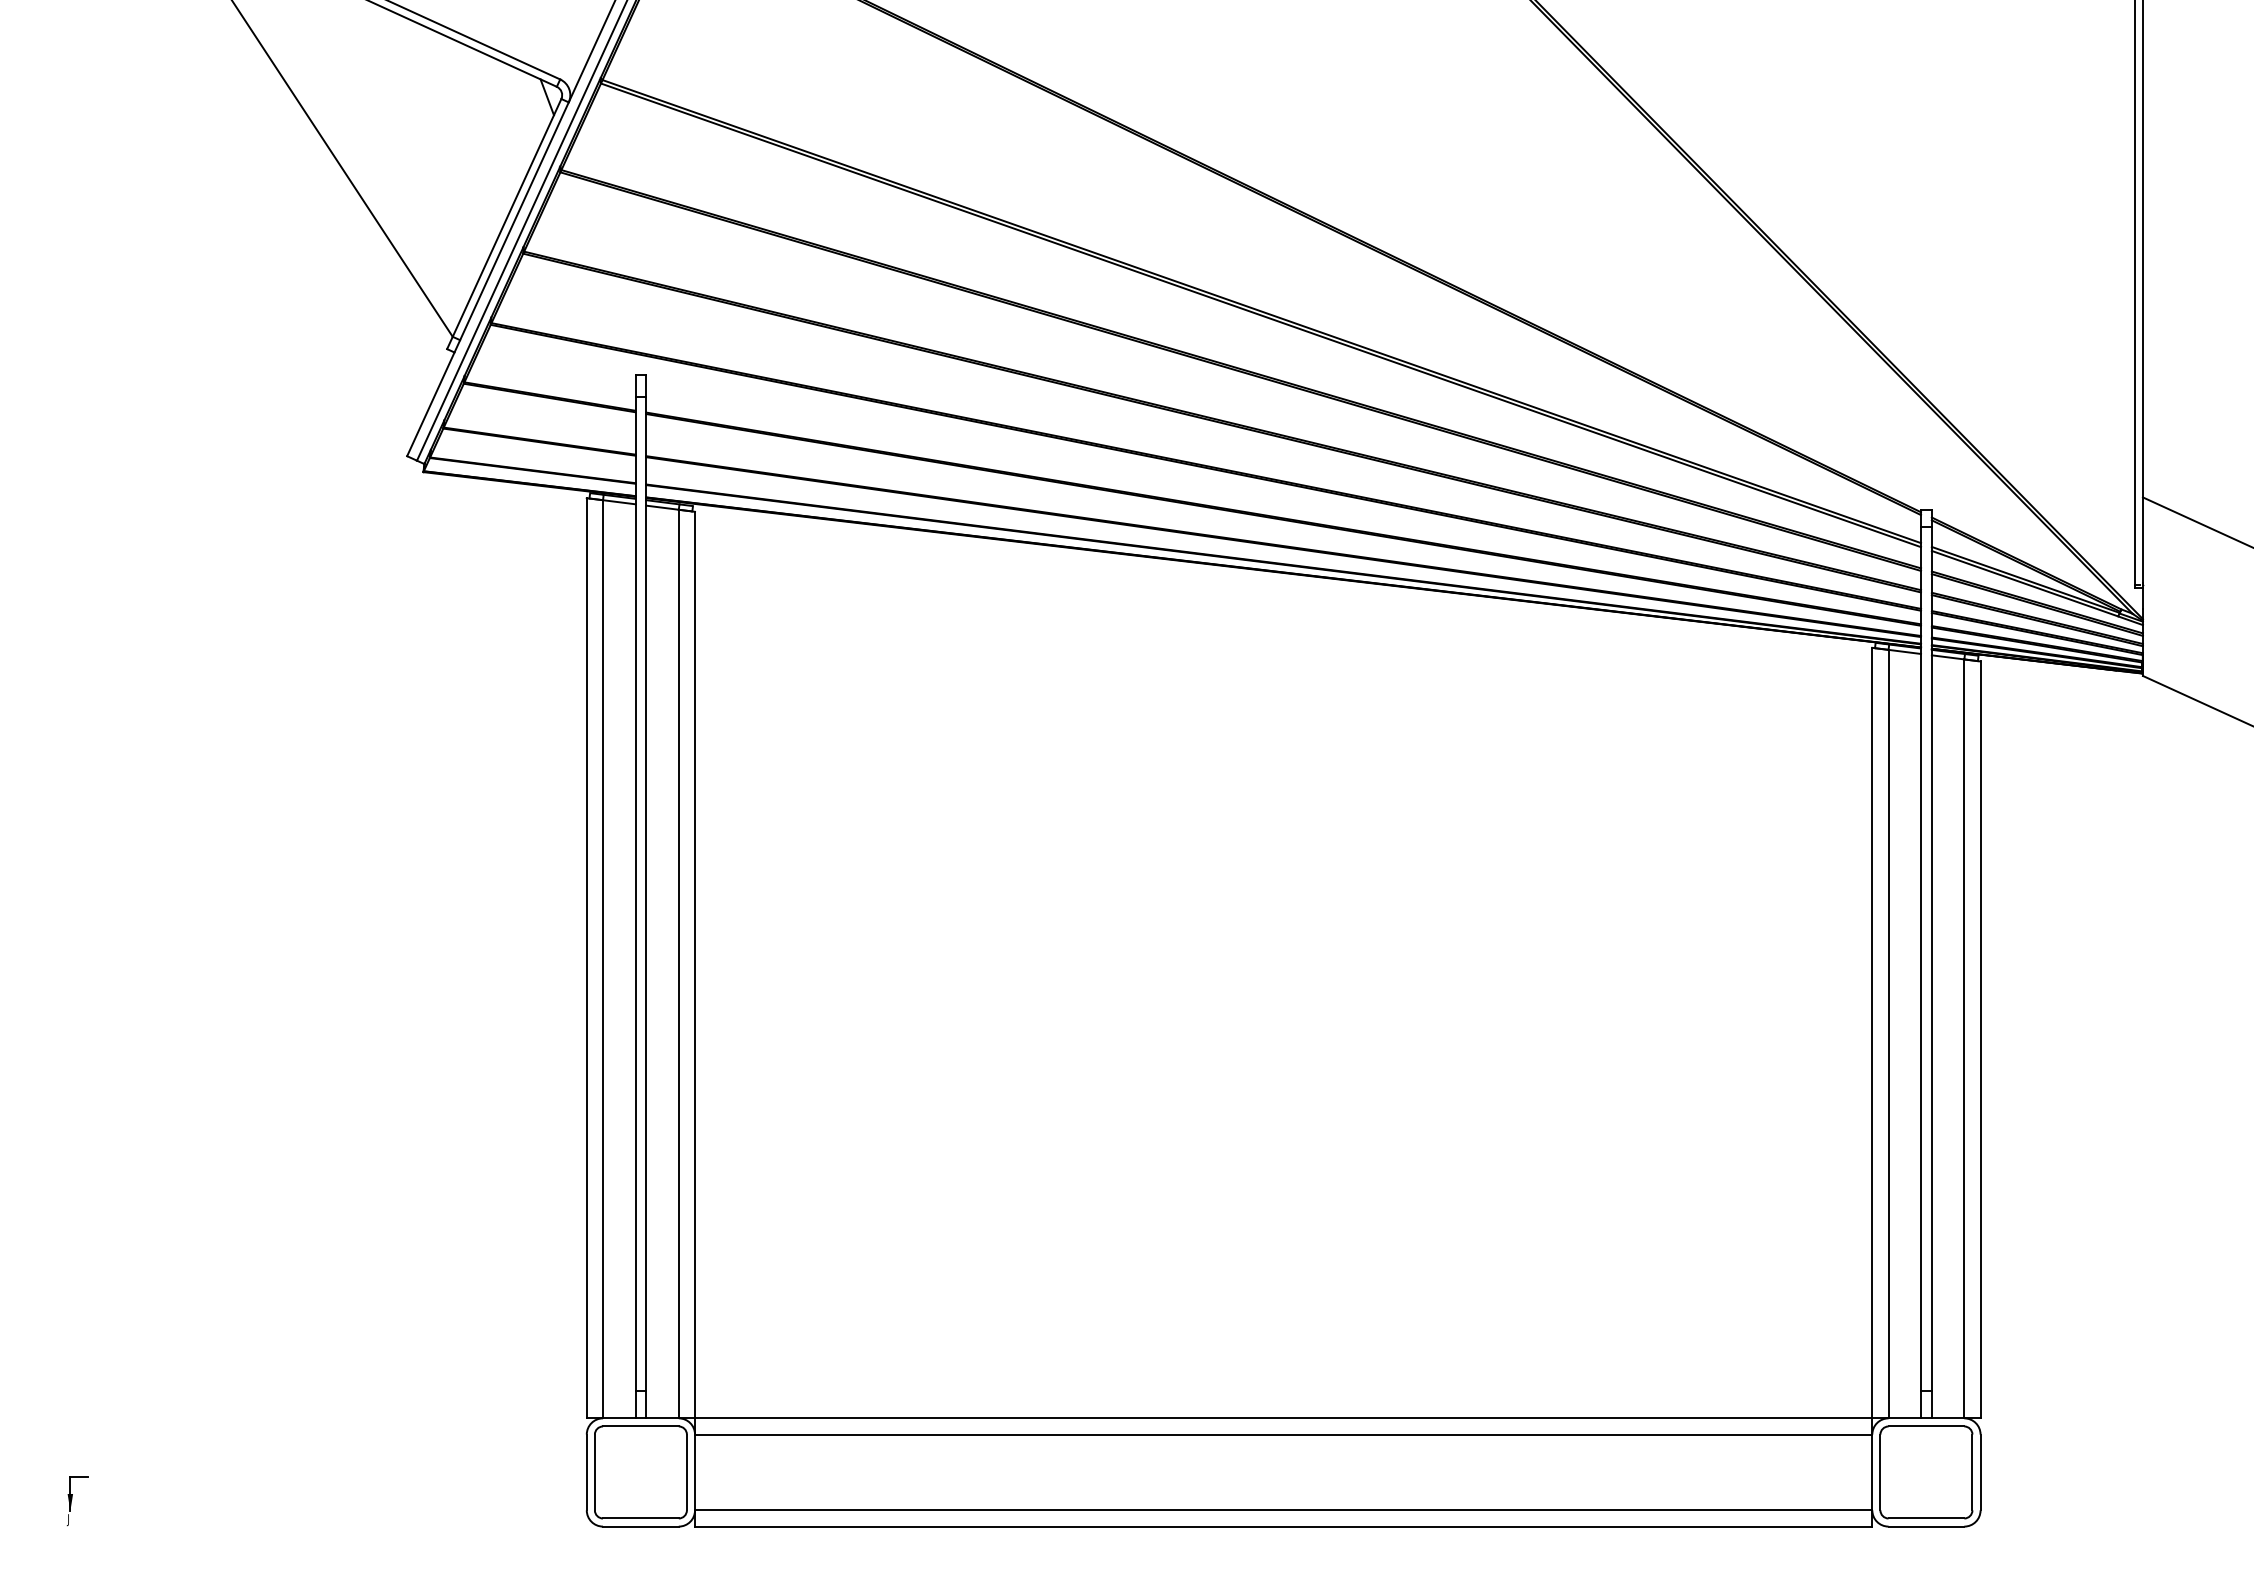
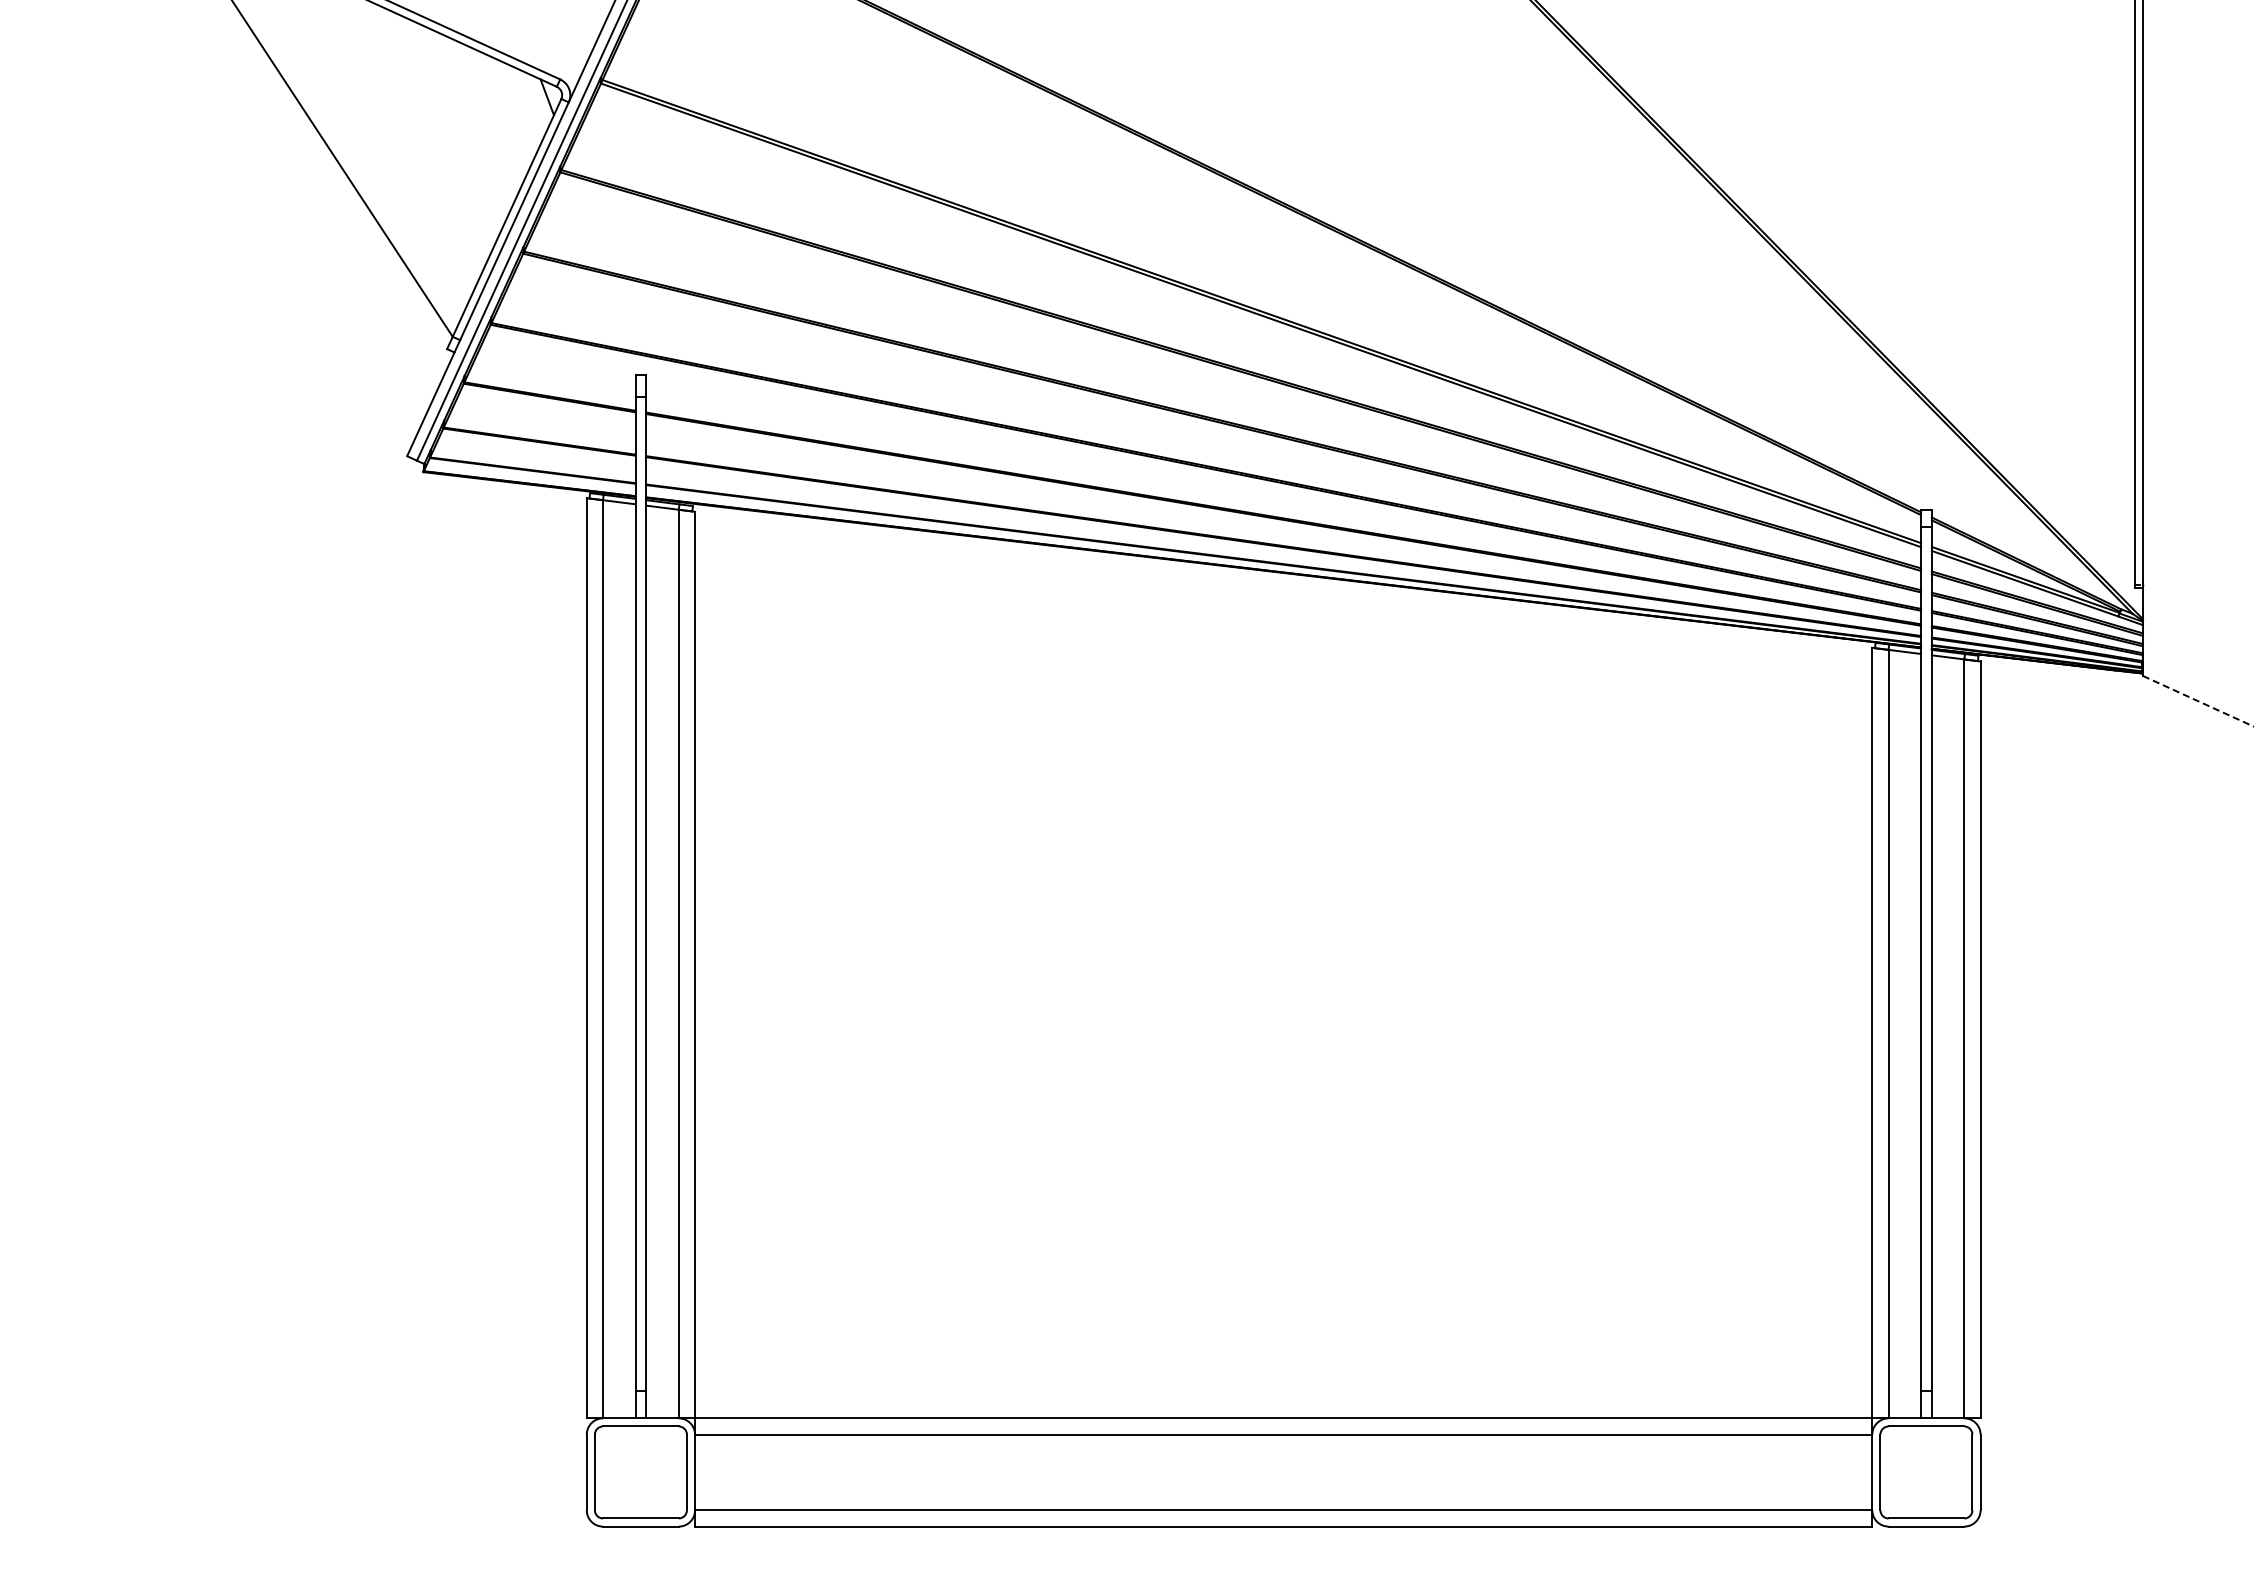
line at (2196, 521): present -> none
line at (2198, 701): solid -> dashed
part at (77, 1501): present -> none
